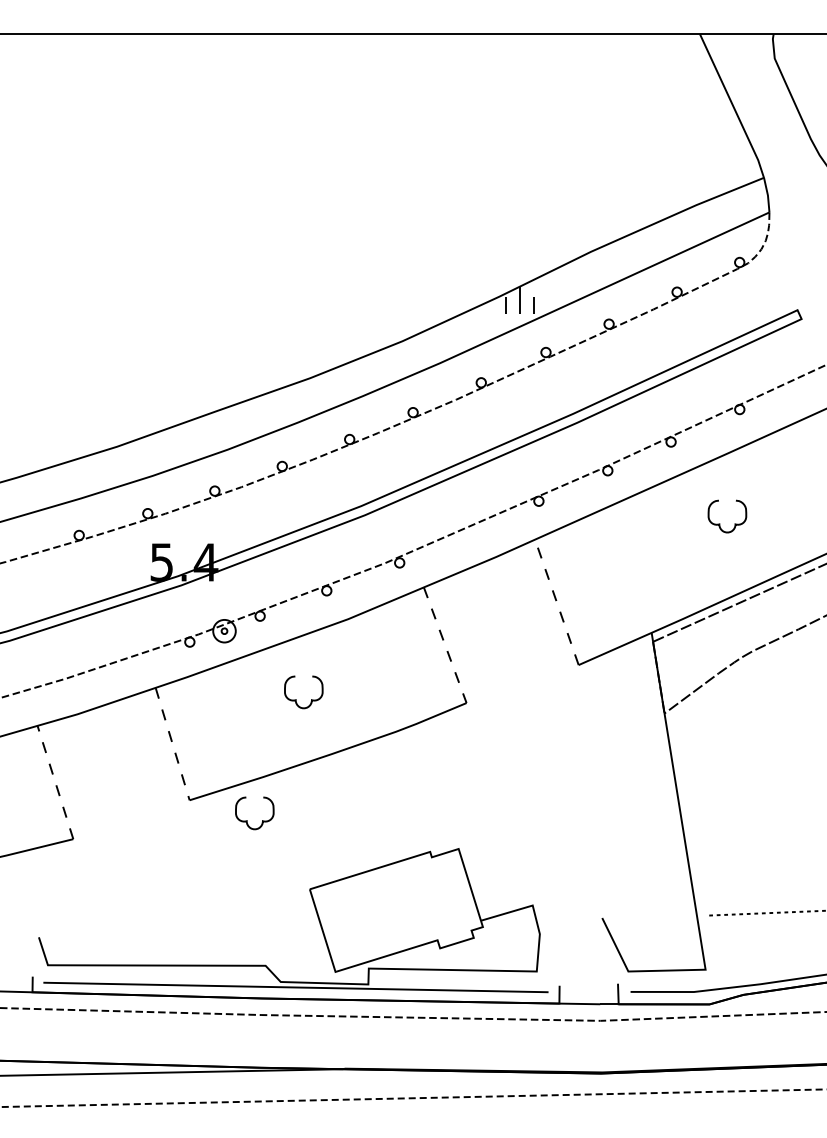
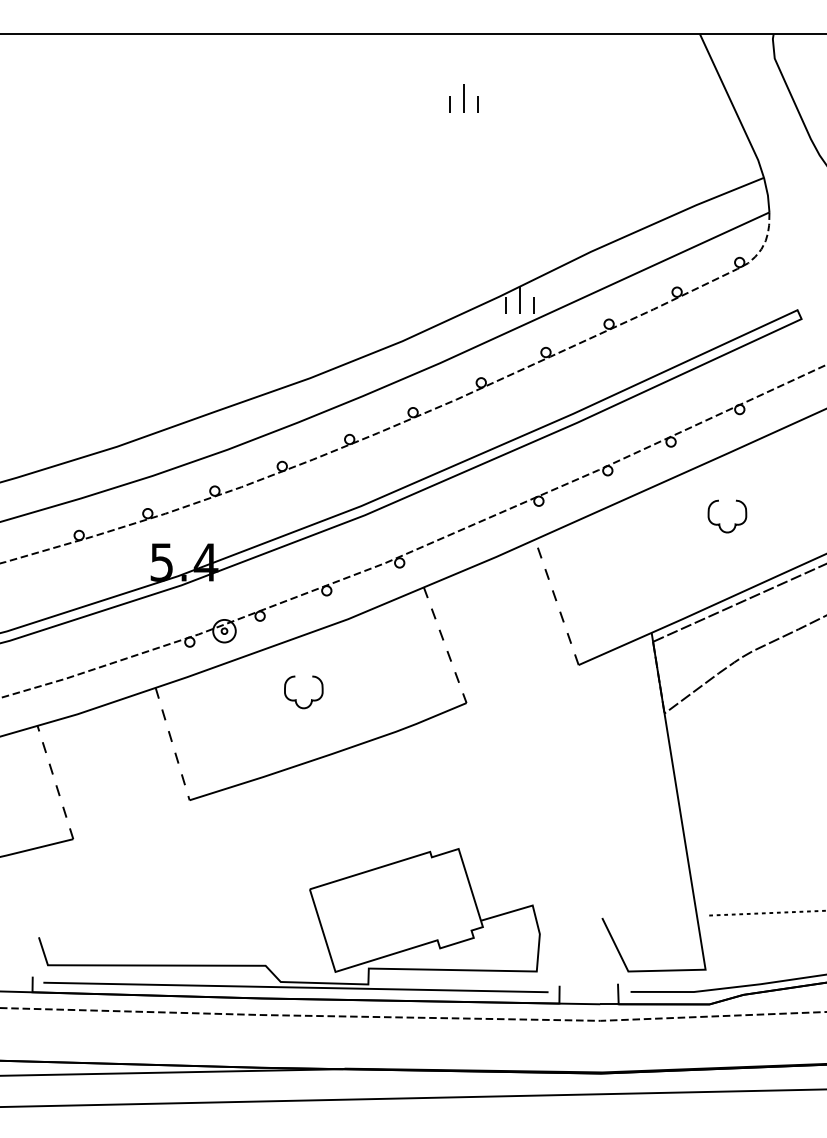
part at (463, 98): none -> present
part at (247, 820): present -> none
line at (413, 1098): dashed -> solid
